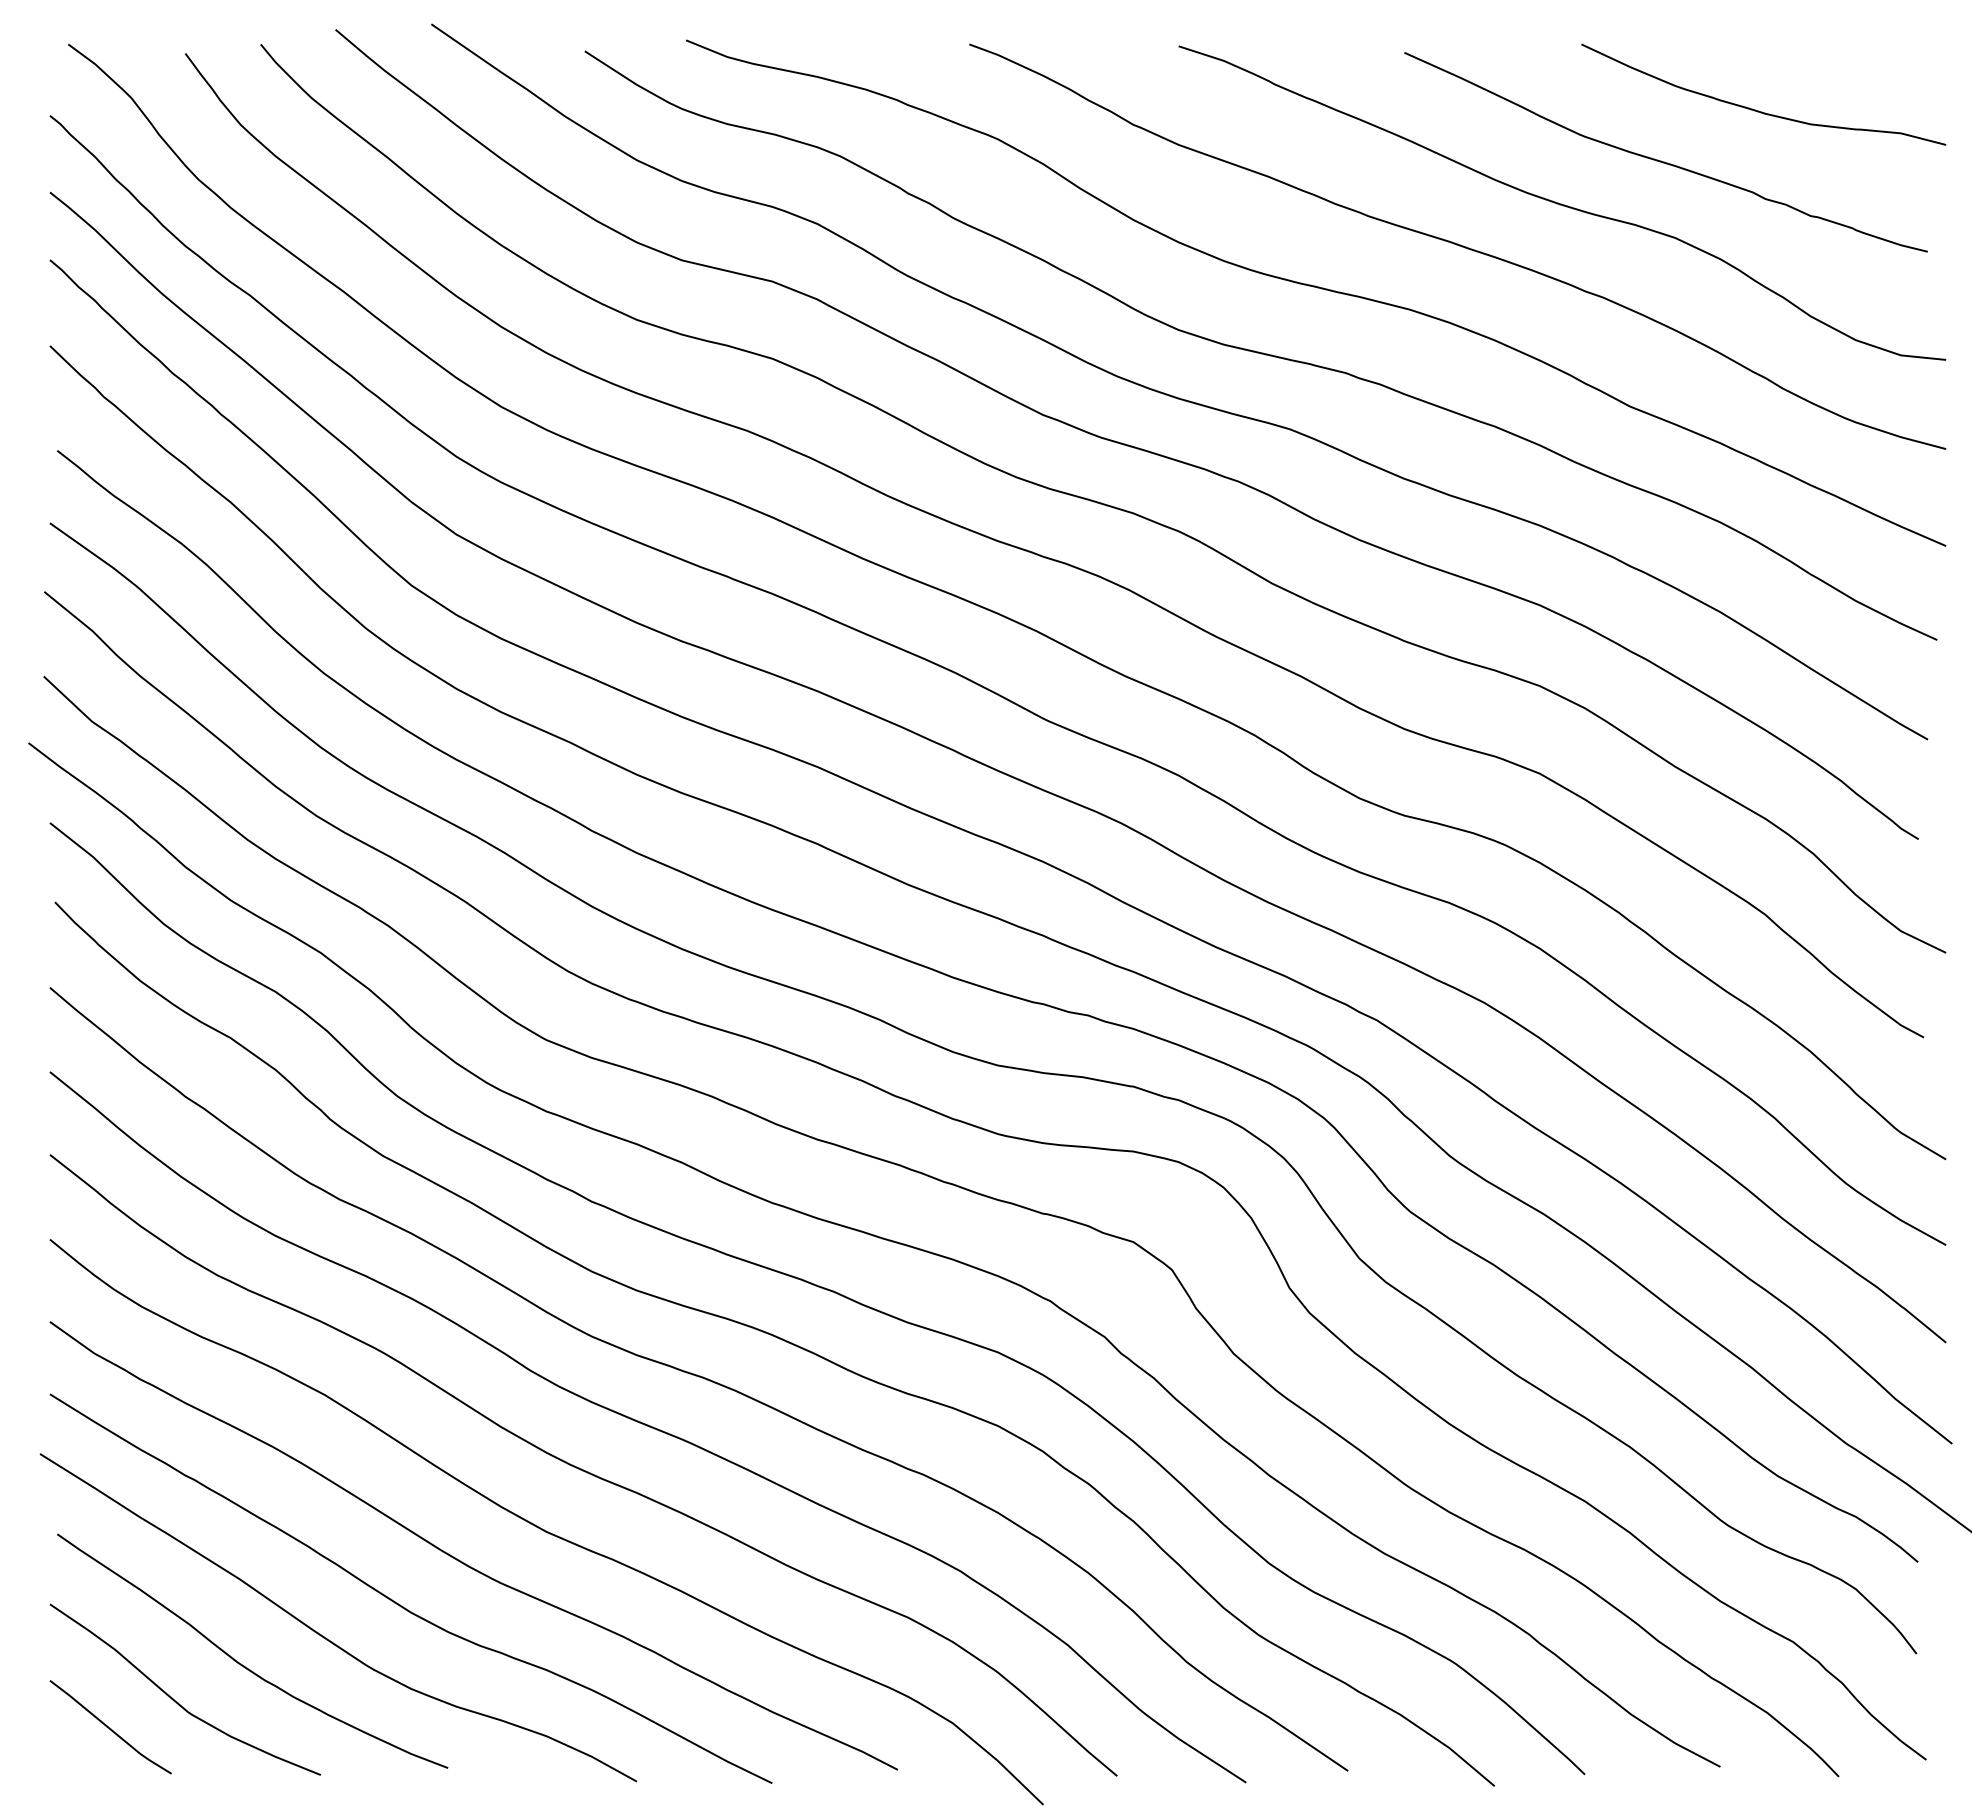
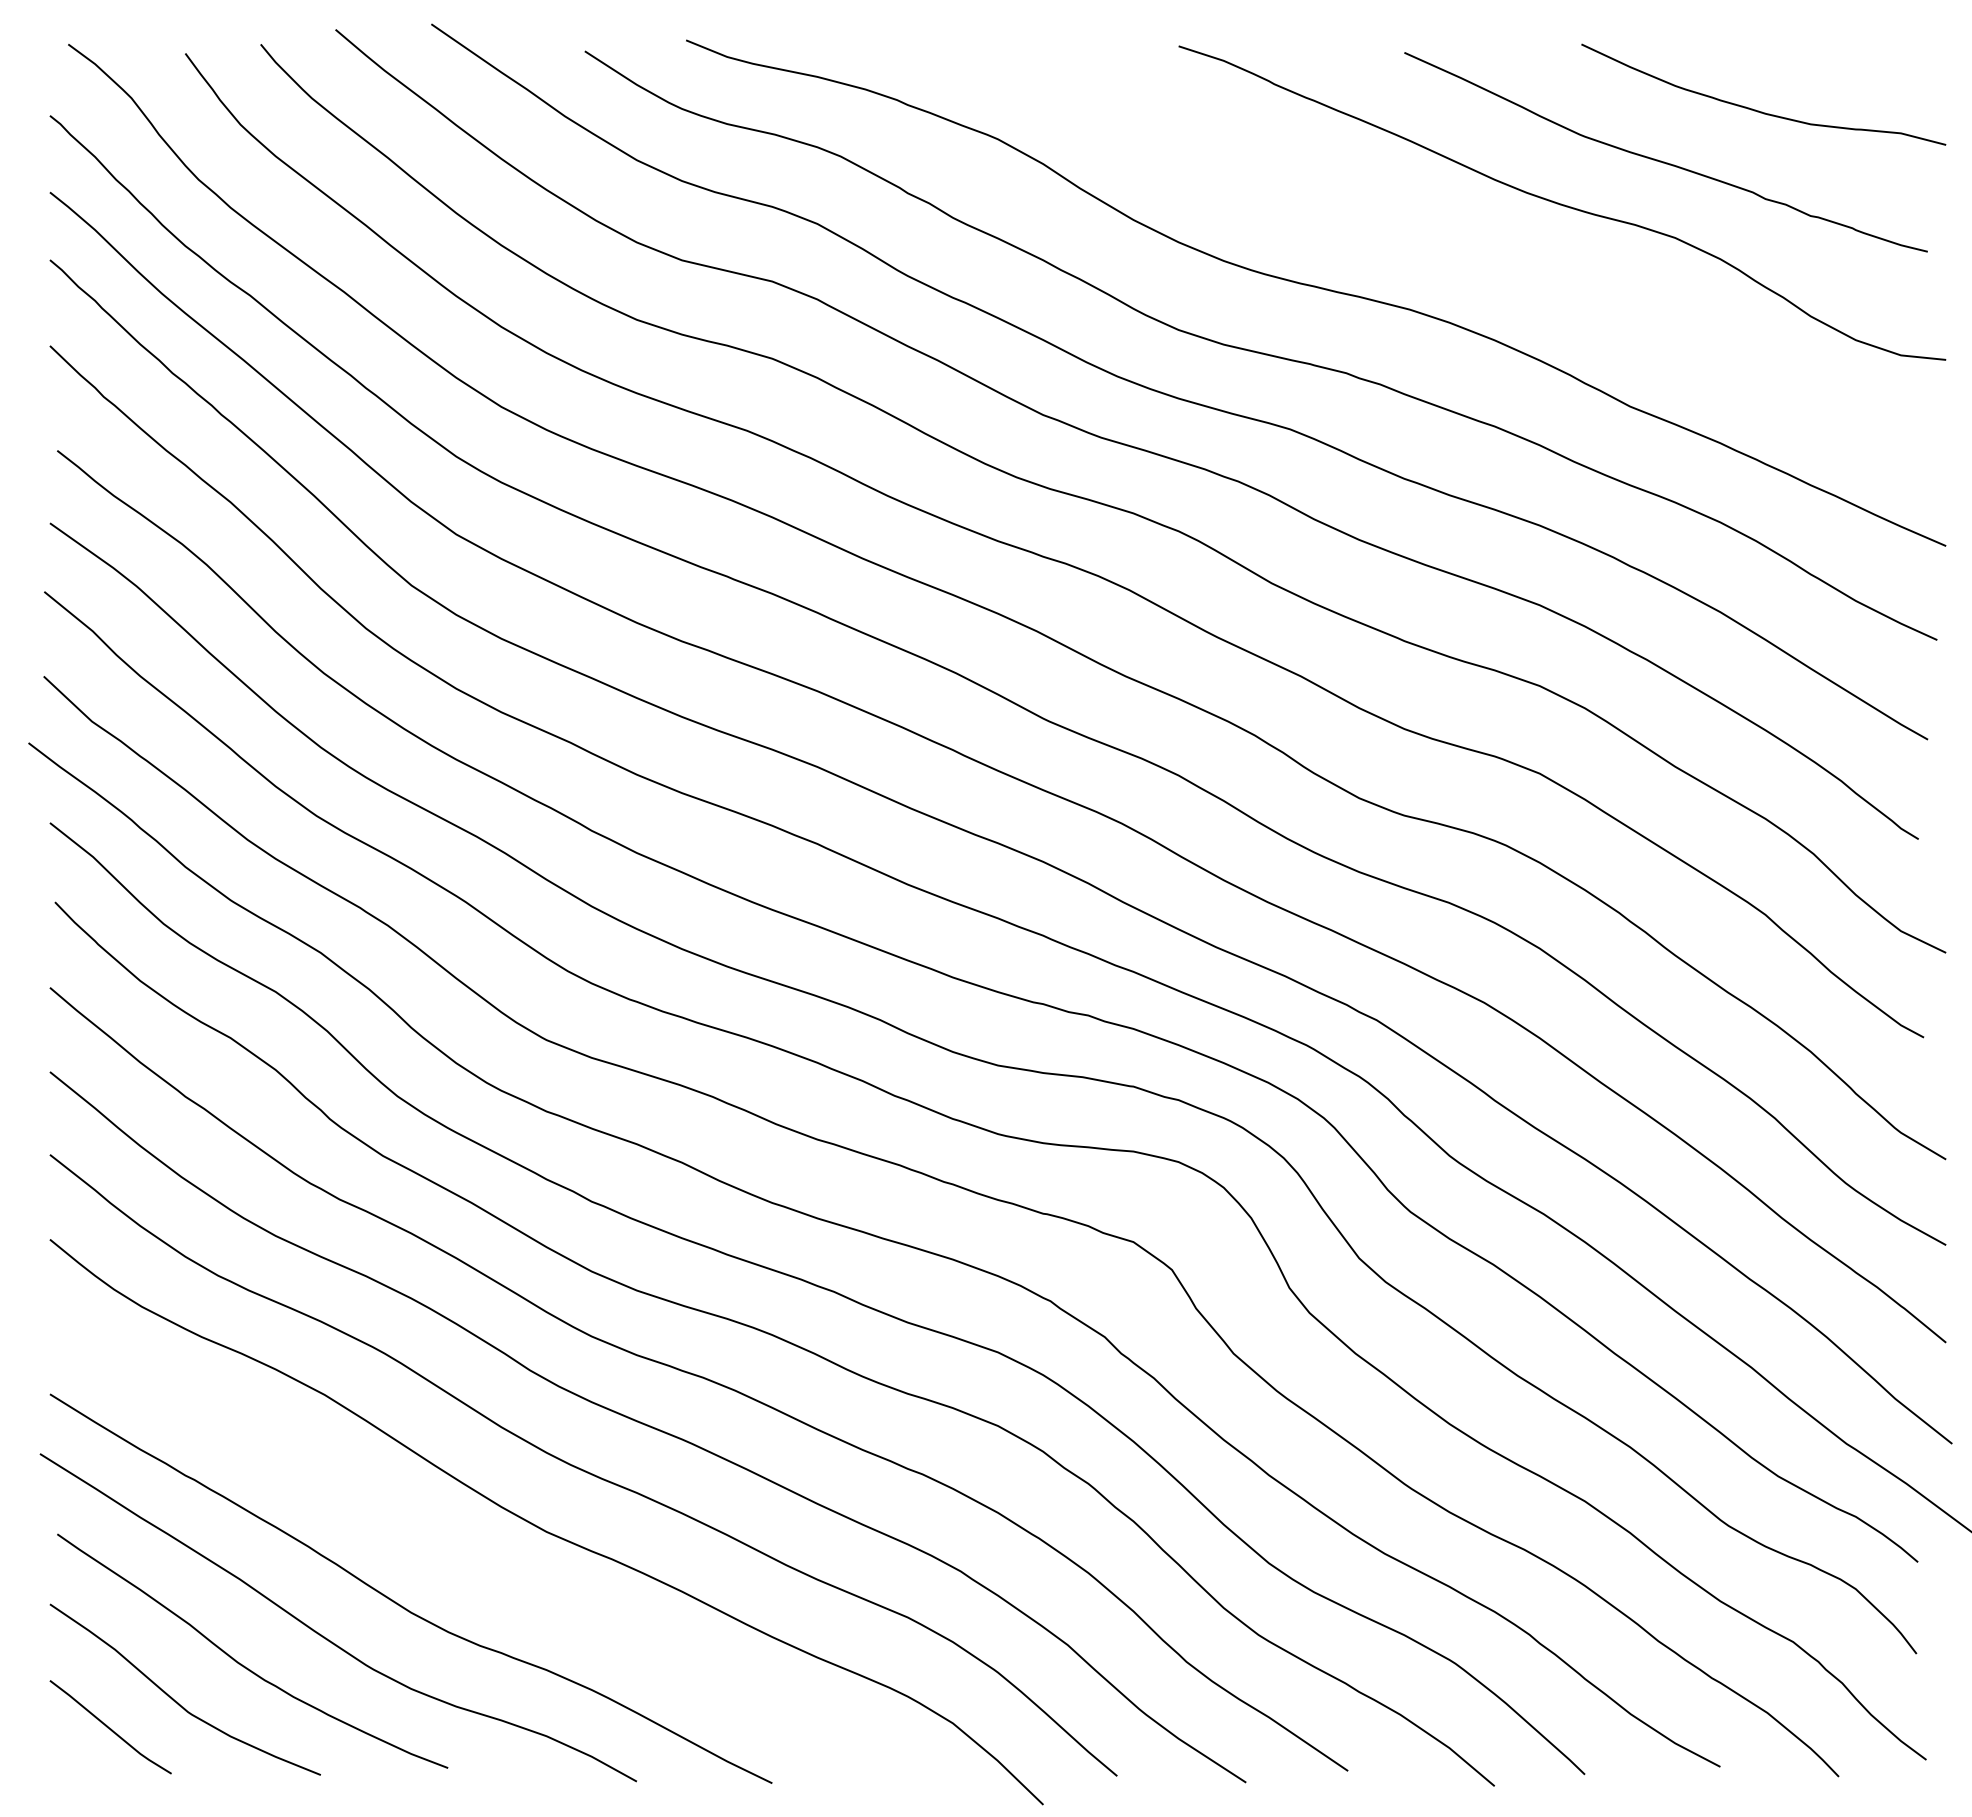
curve at (1457, 245): present -> none
curve at (464, 1562): present -> none
